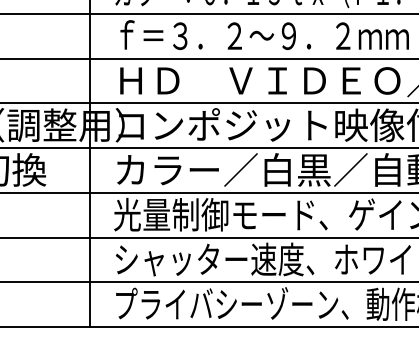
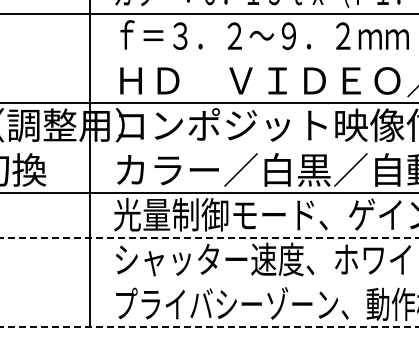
line at (208, 58): present -> none
line at (208, 148): present -> none
line at (209, 237): solid -> dashed
line at (208, 282): present -> none
line at (209, 327): solid -> dashed
